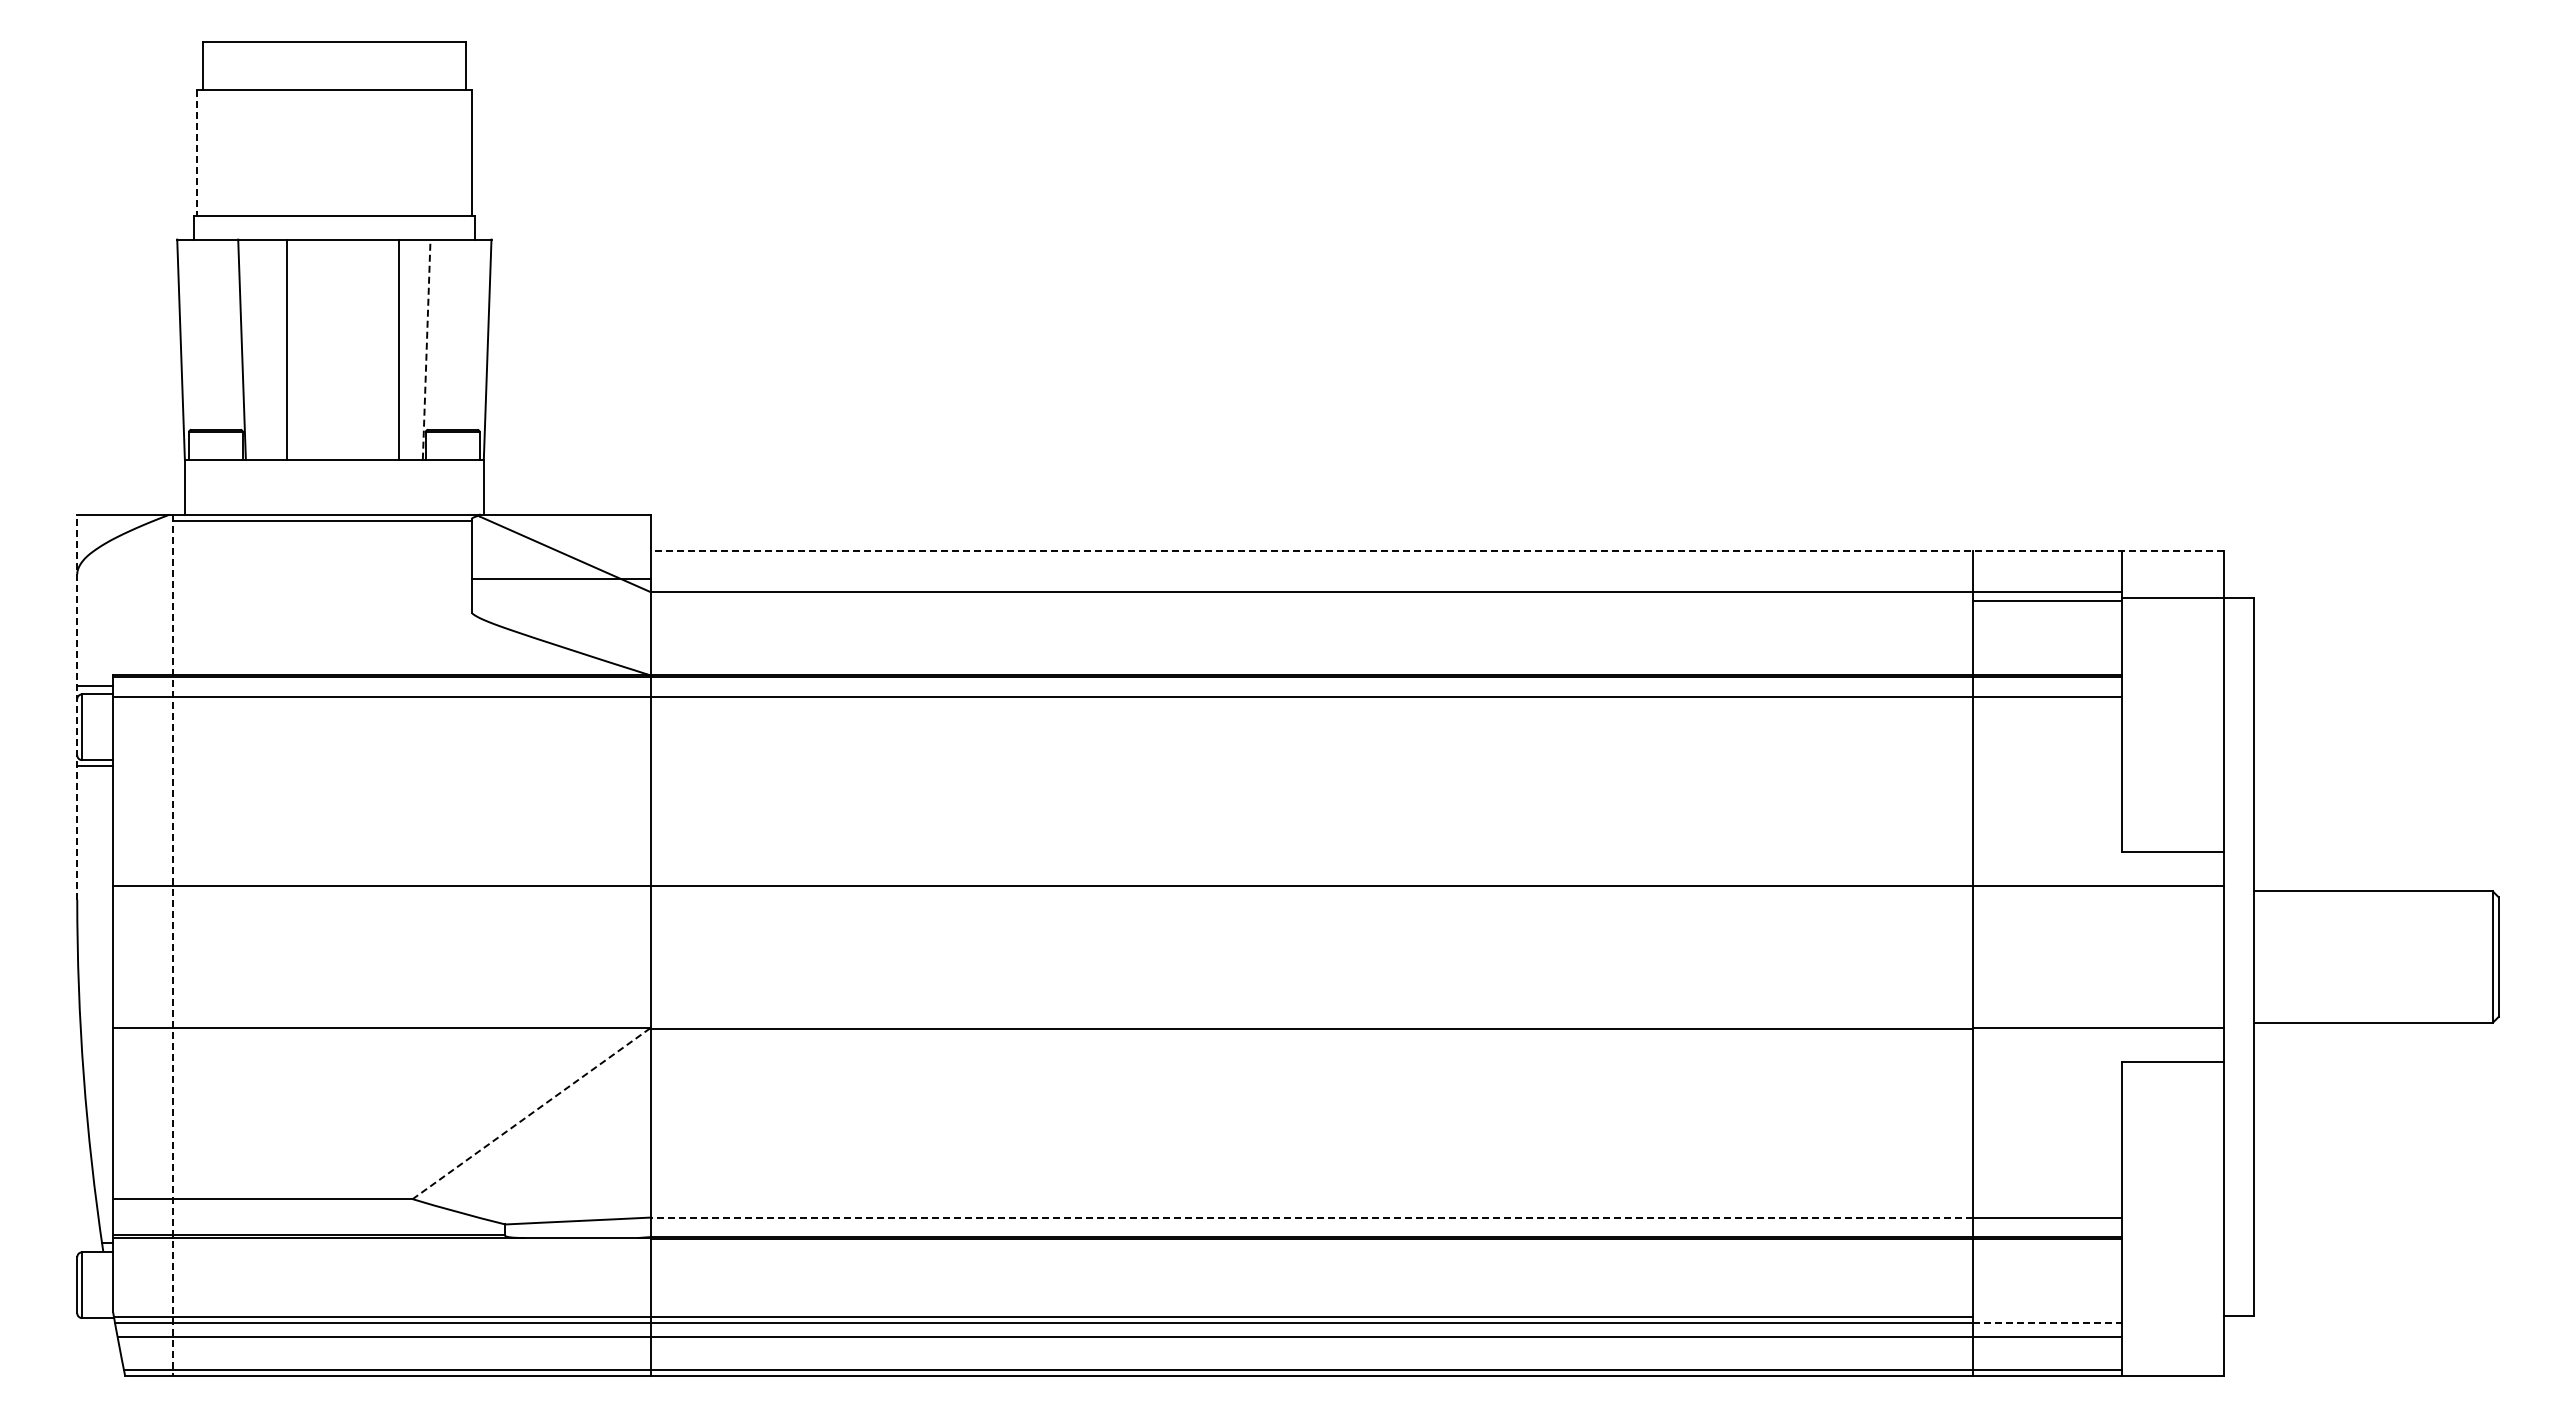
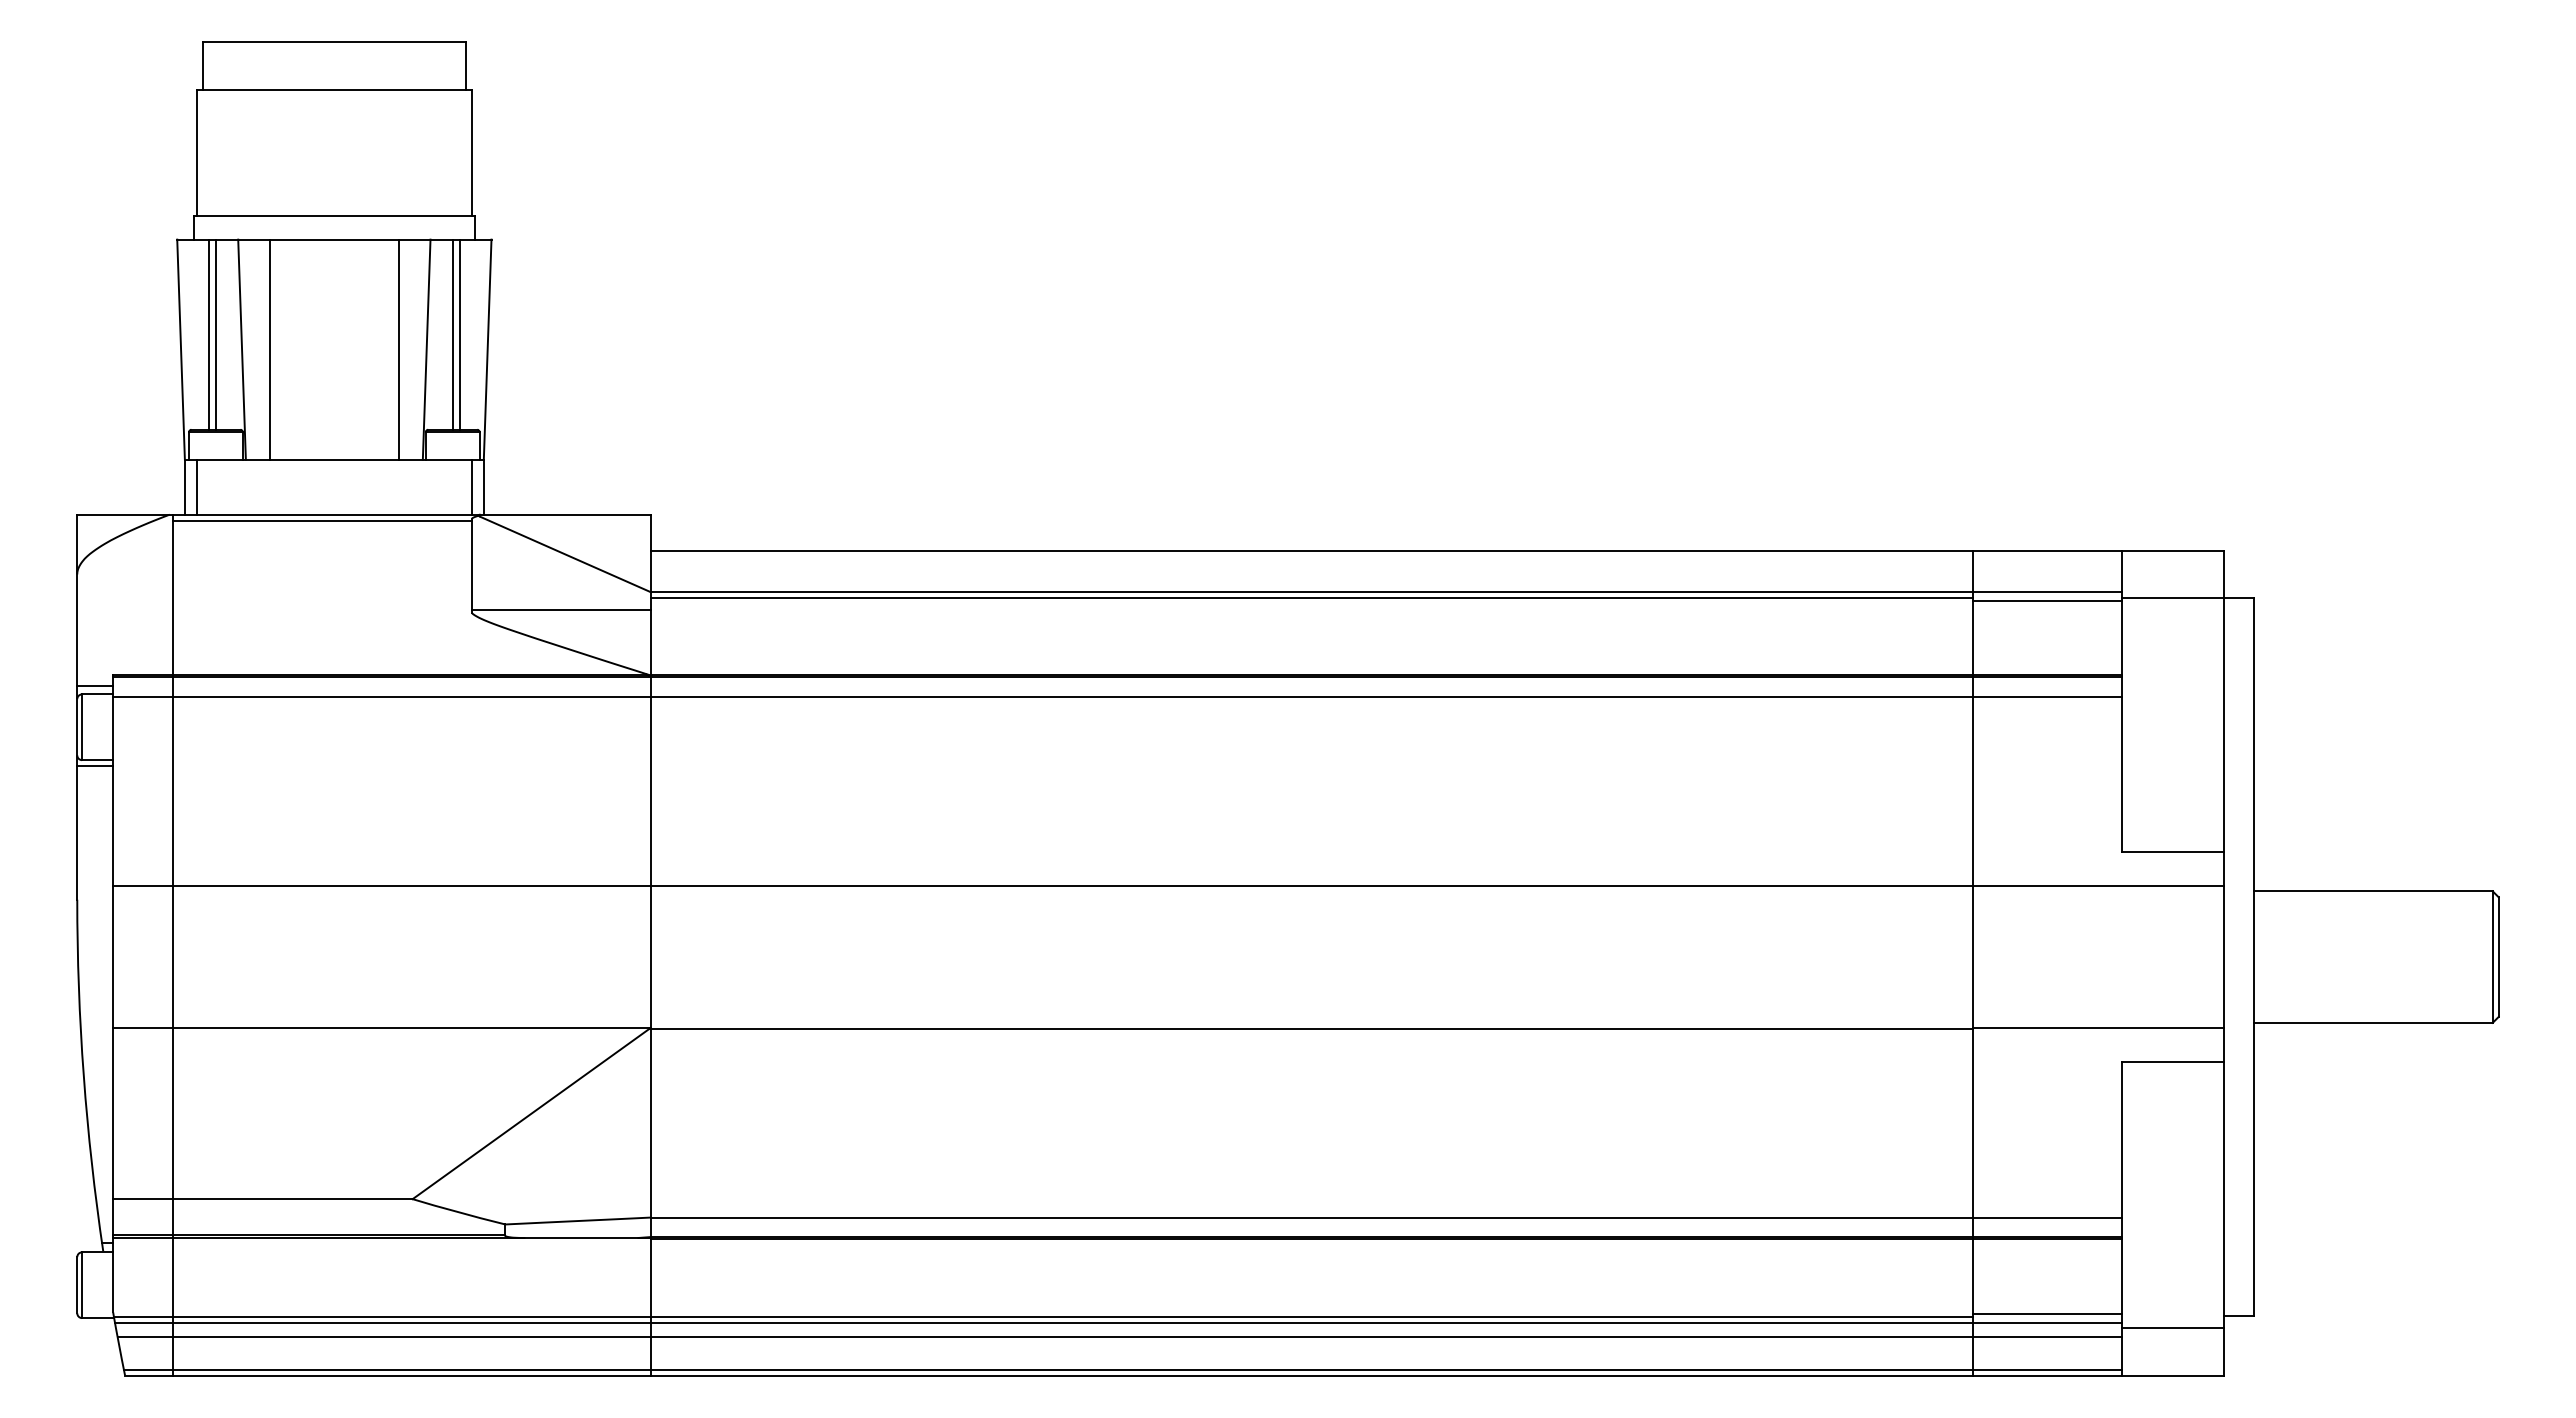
line at (196, 152): dashed -> solid
line at (208, 334): none -> present
line at (215, 334): none -> present
line at (452, 334): none -> present
line at (459, 334): none -> present
line at (286, 349) position: (286, 349) -> (269, 349)
line at (426, 349): dashed -> solid
line at (196, 486): none -> present
line at (471, 486): none -> present
line at (1436, 550): dashed -> solid
line at (561, 579) position: (561, 579) -> (561, 610)
line at (1311, 597): none -> present
line at (77, 707): dashed -> solid
line at (172, 945): dashed -> solid
line at (531, 1113): dashed -> solid
line at (1311, 1217): dashed -> solid
line at (2047, 1313): none -> present
line at (2047, 1322): dashed -> solid
line at (2172, 1327): none -> present
